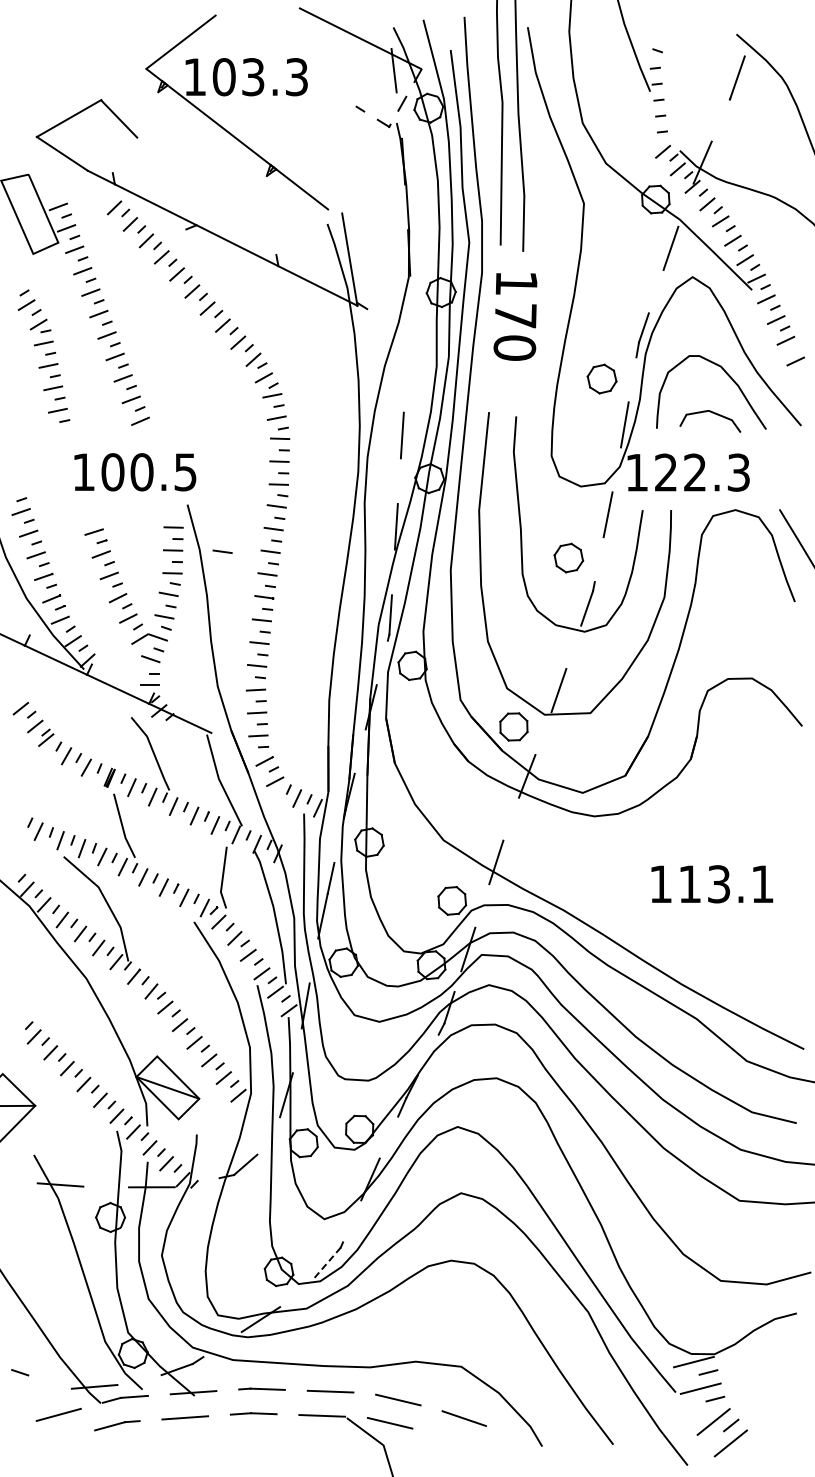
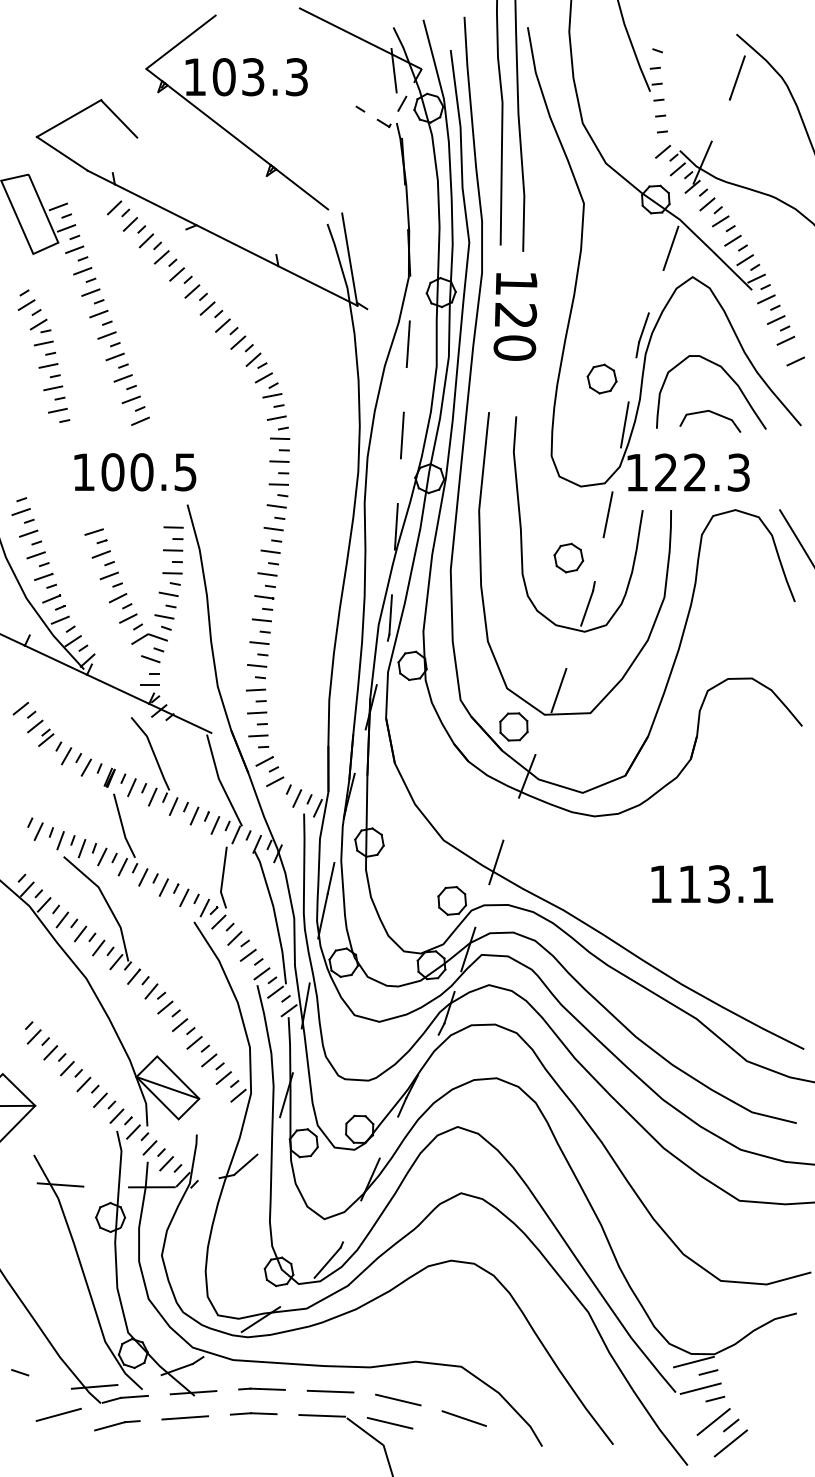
text at (516, 315): 170 -> 120
line at (407, 344): none -> present
line at (222, 551): present -> none
line at (327, 1262): dashed -> solid
